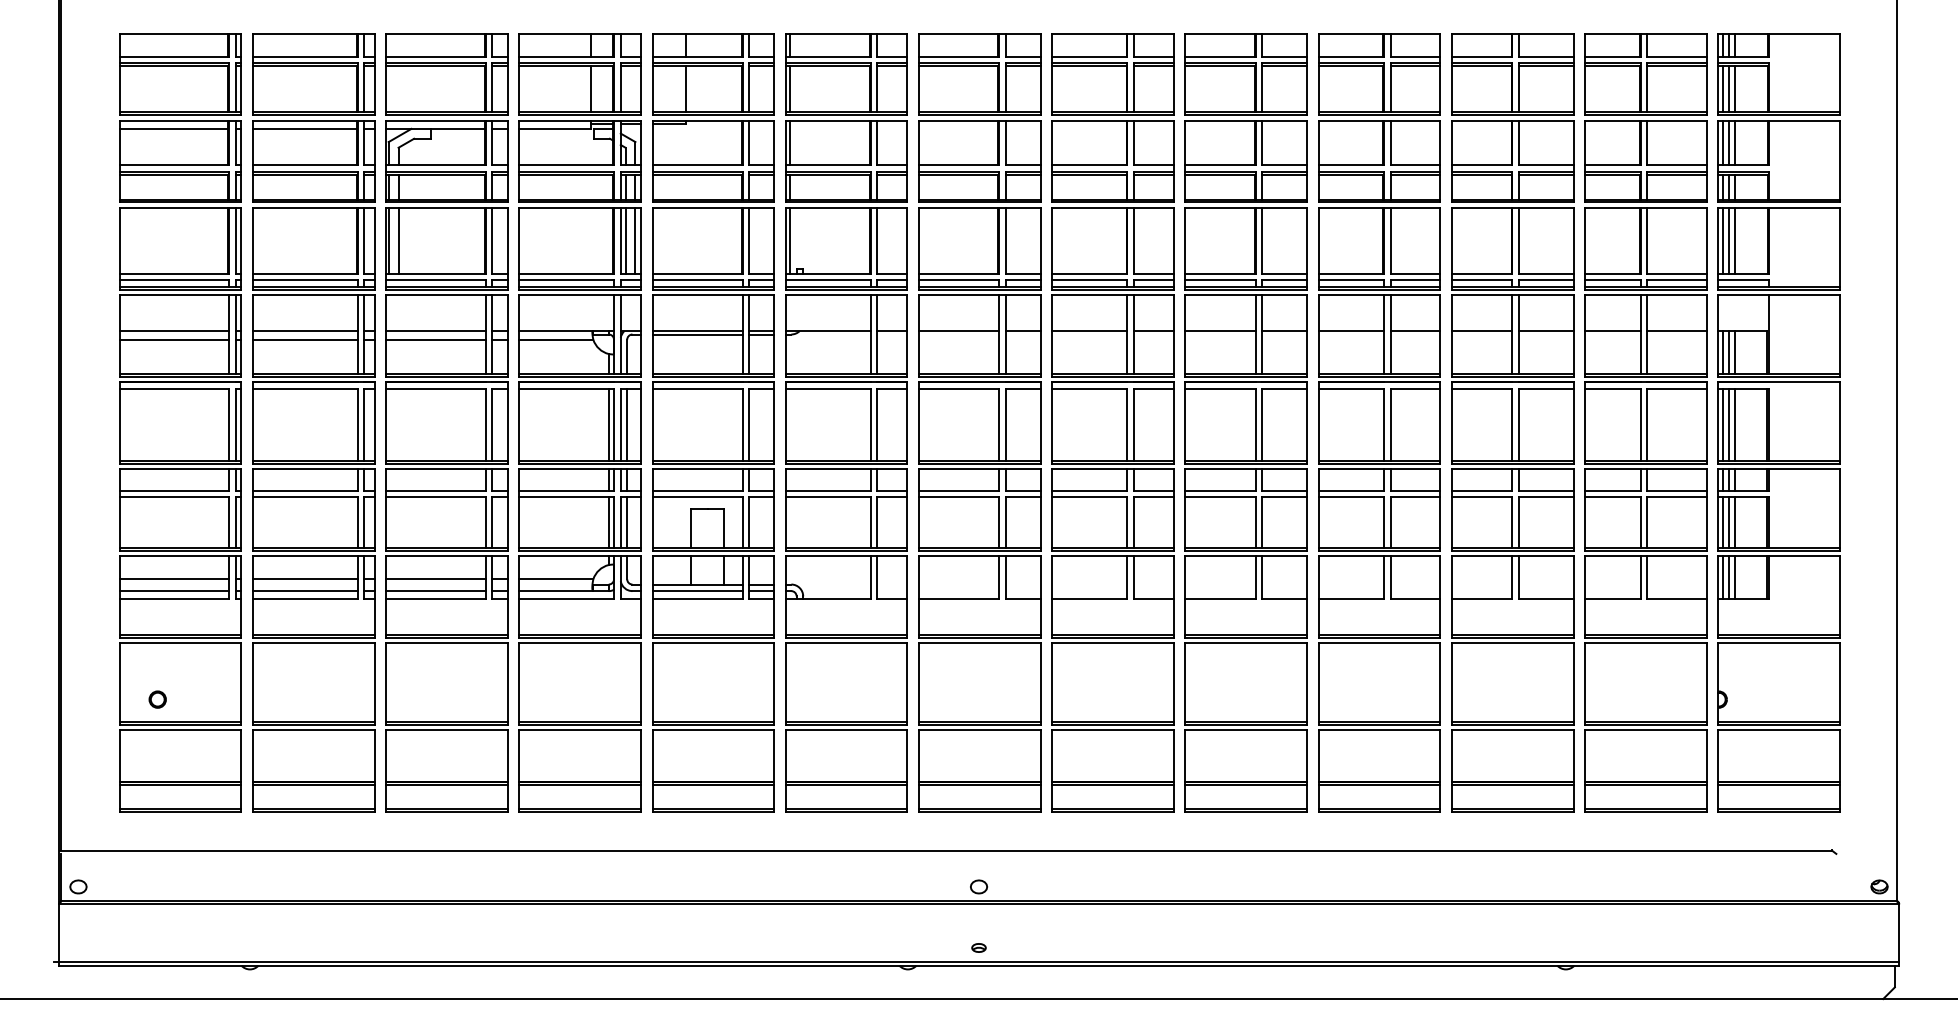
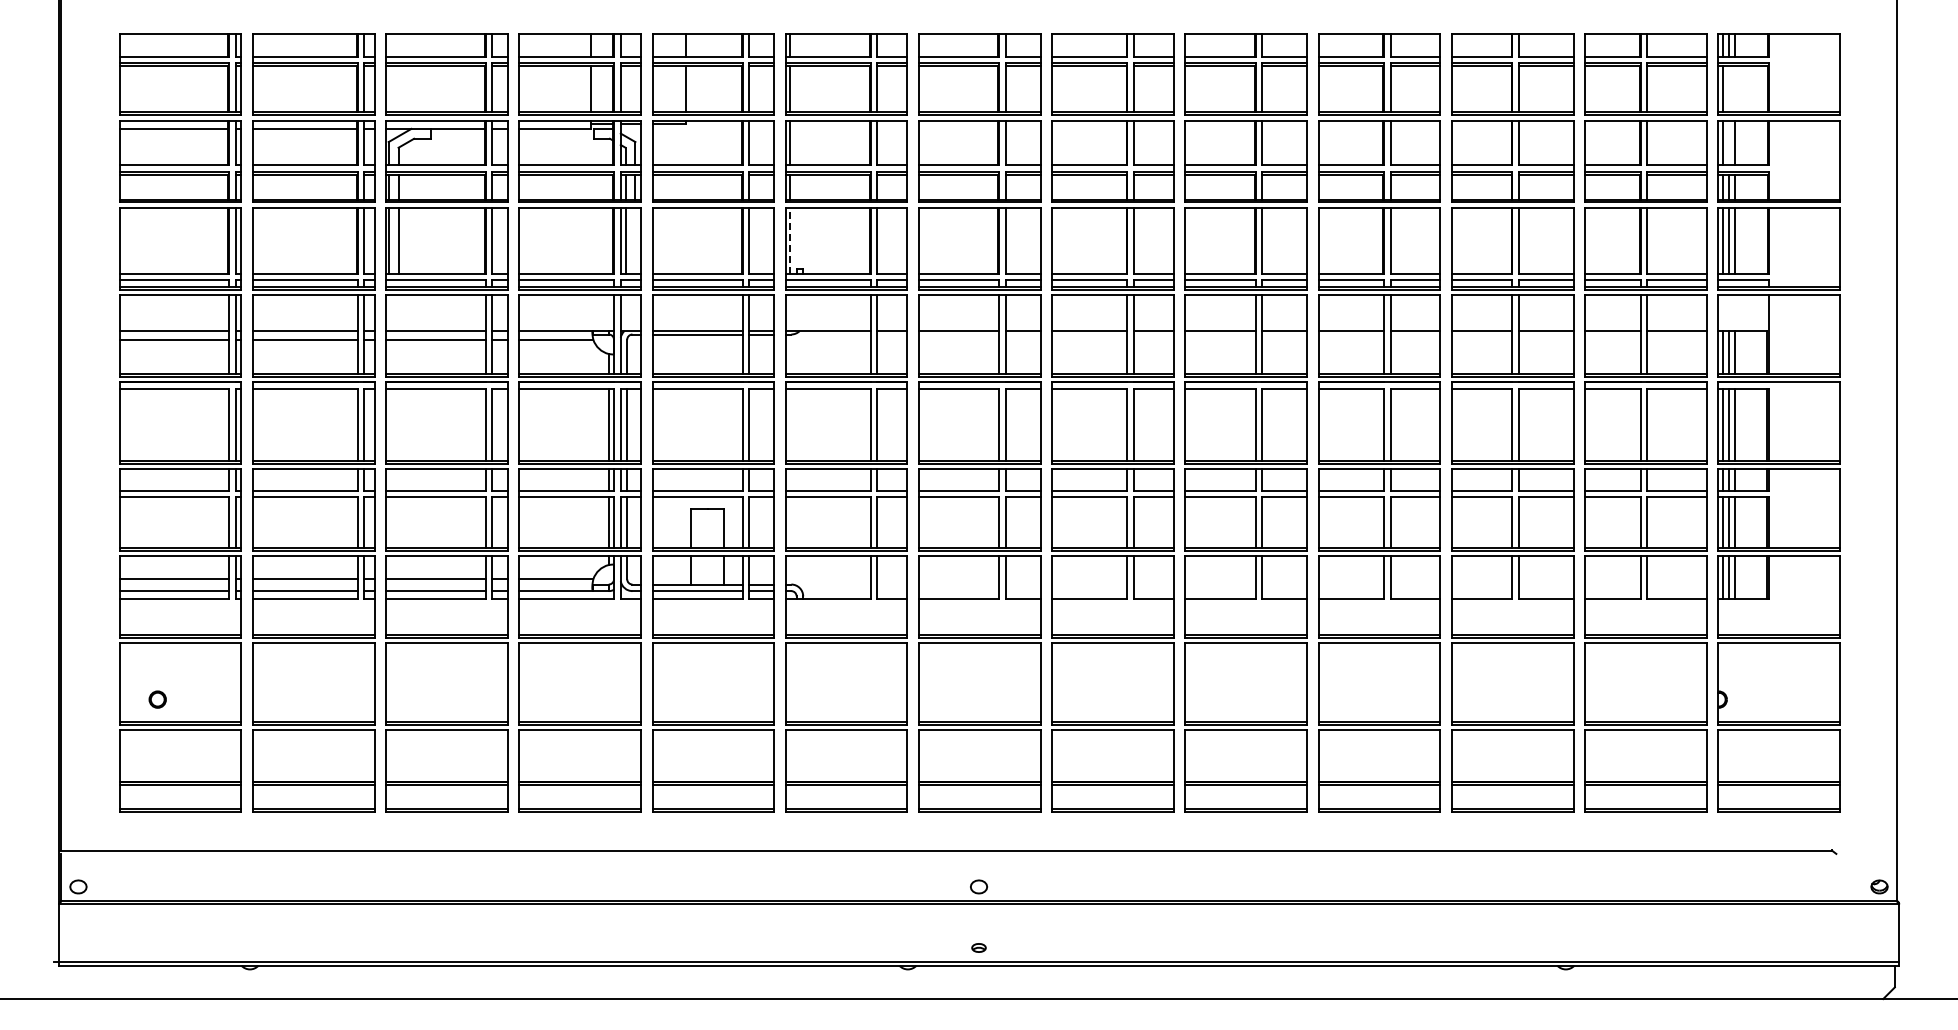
line at (1729, 89): present -> none
line at (1734, 89): present -> none
line at (1729, 142): present -> none
line at (635, 240): present -> none
line at (790, 240): solid -> dashed
